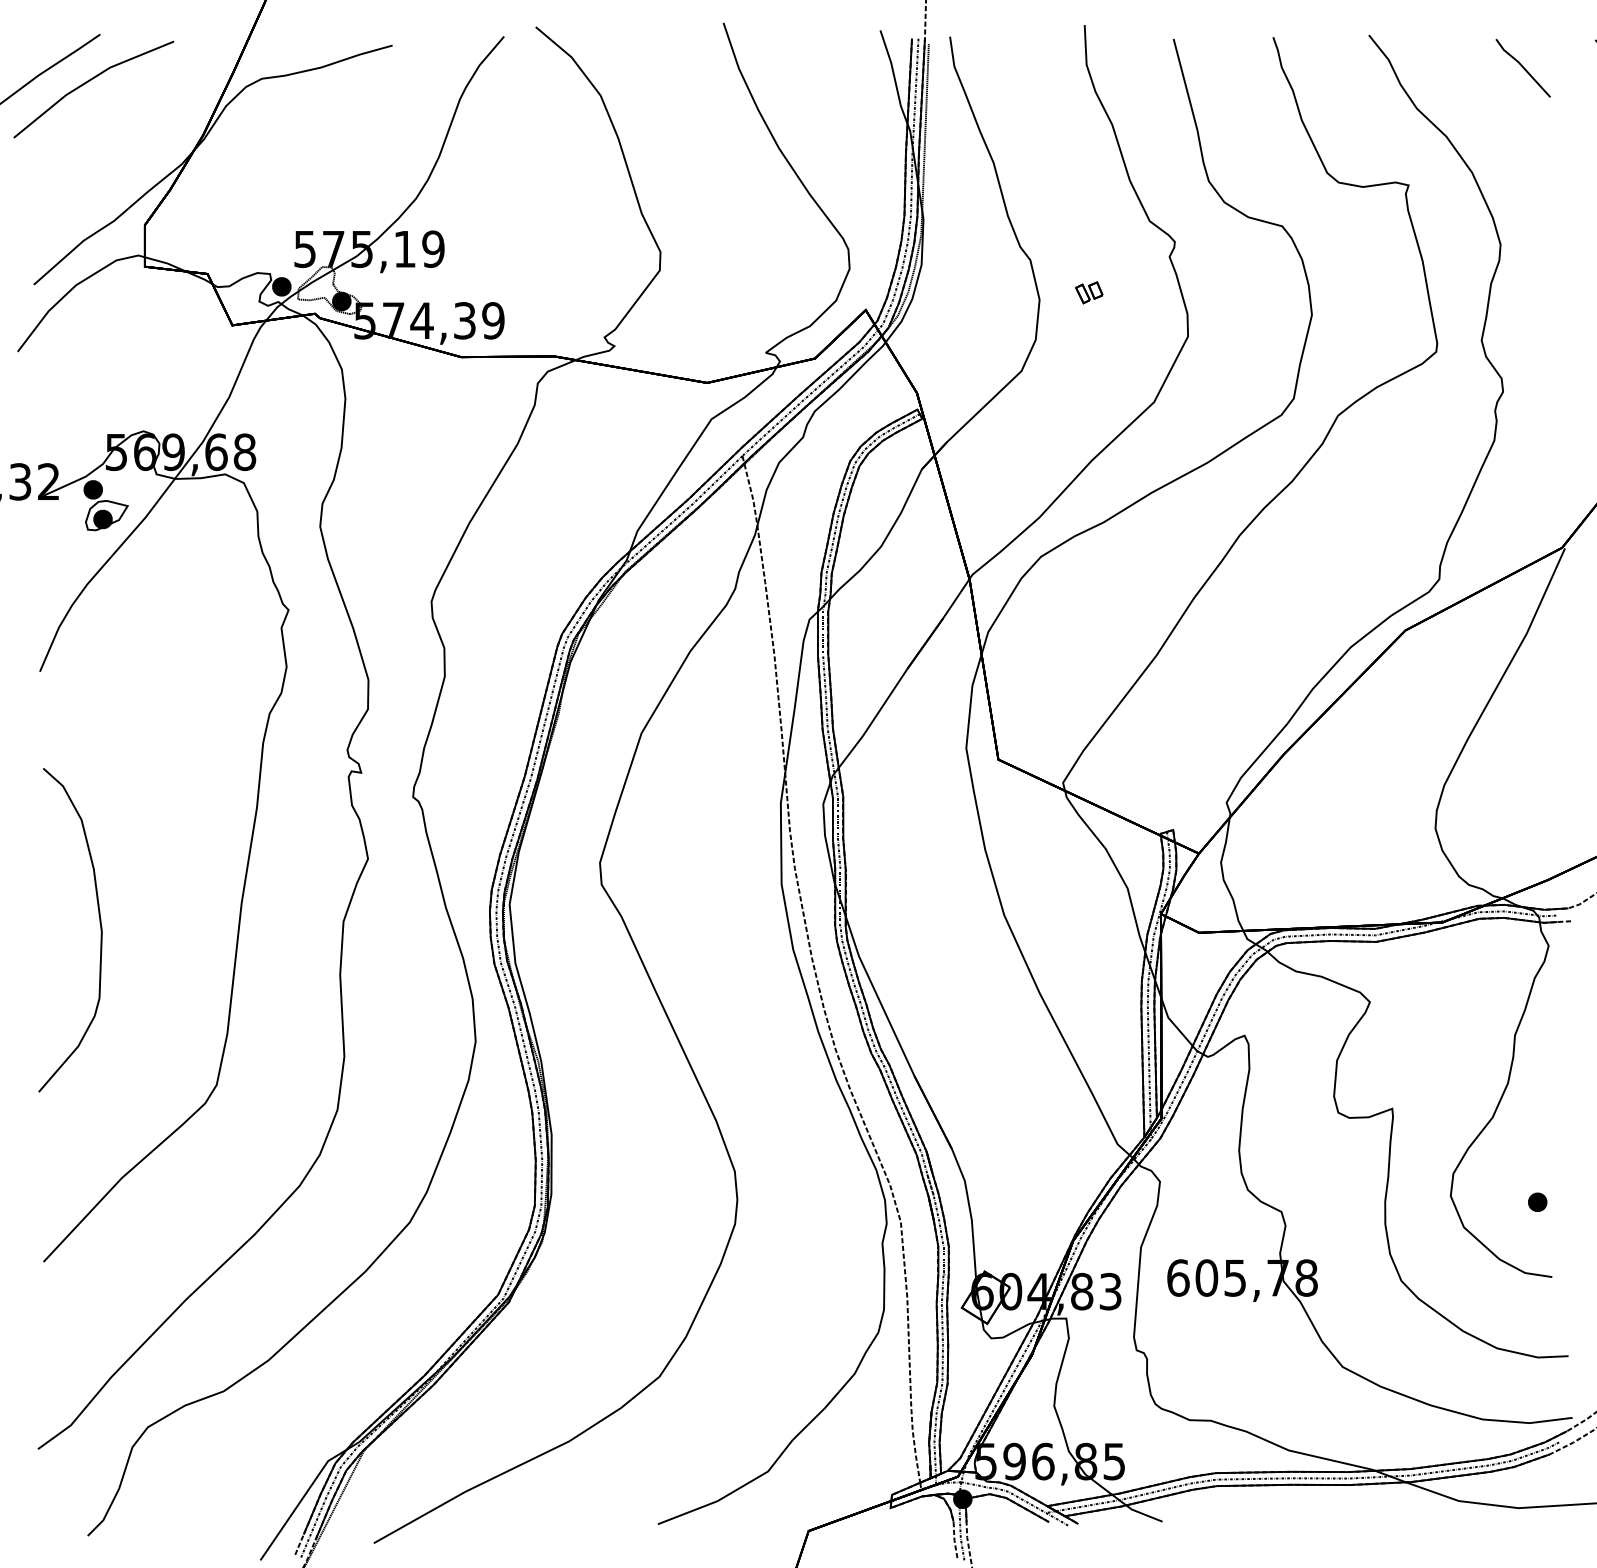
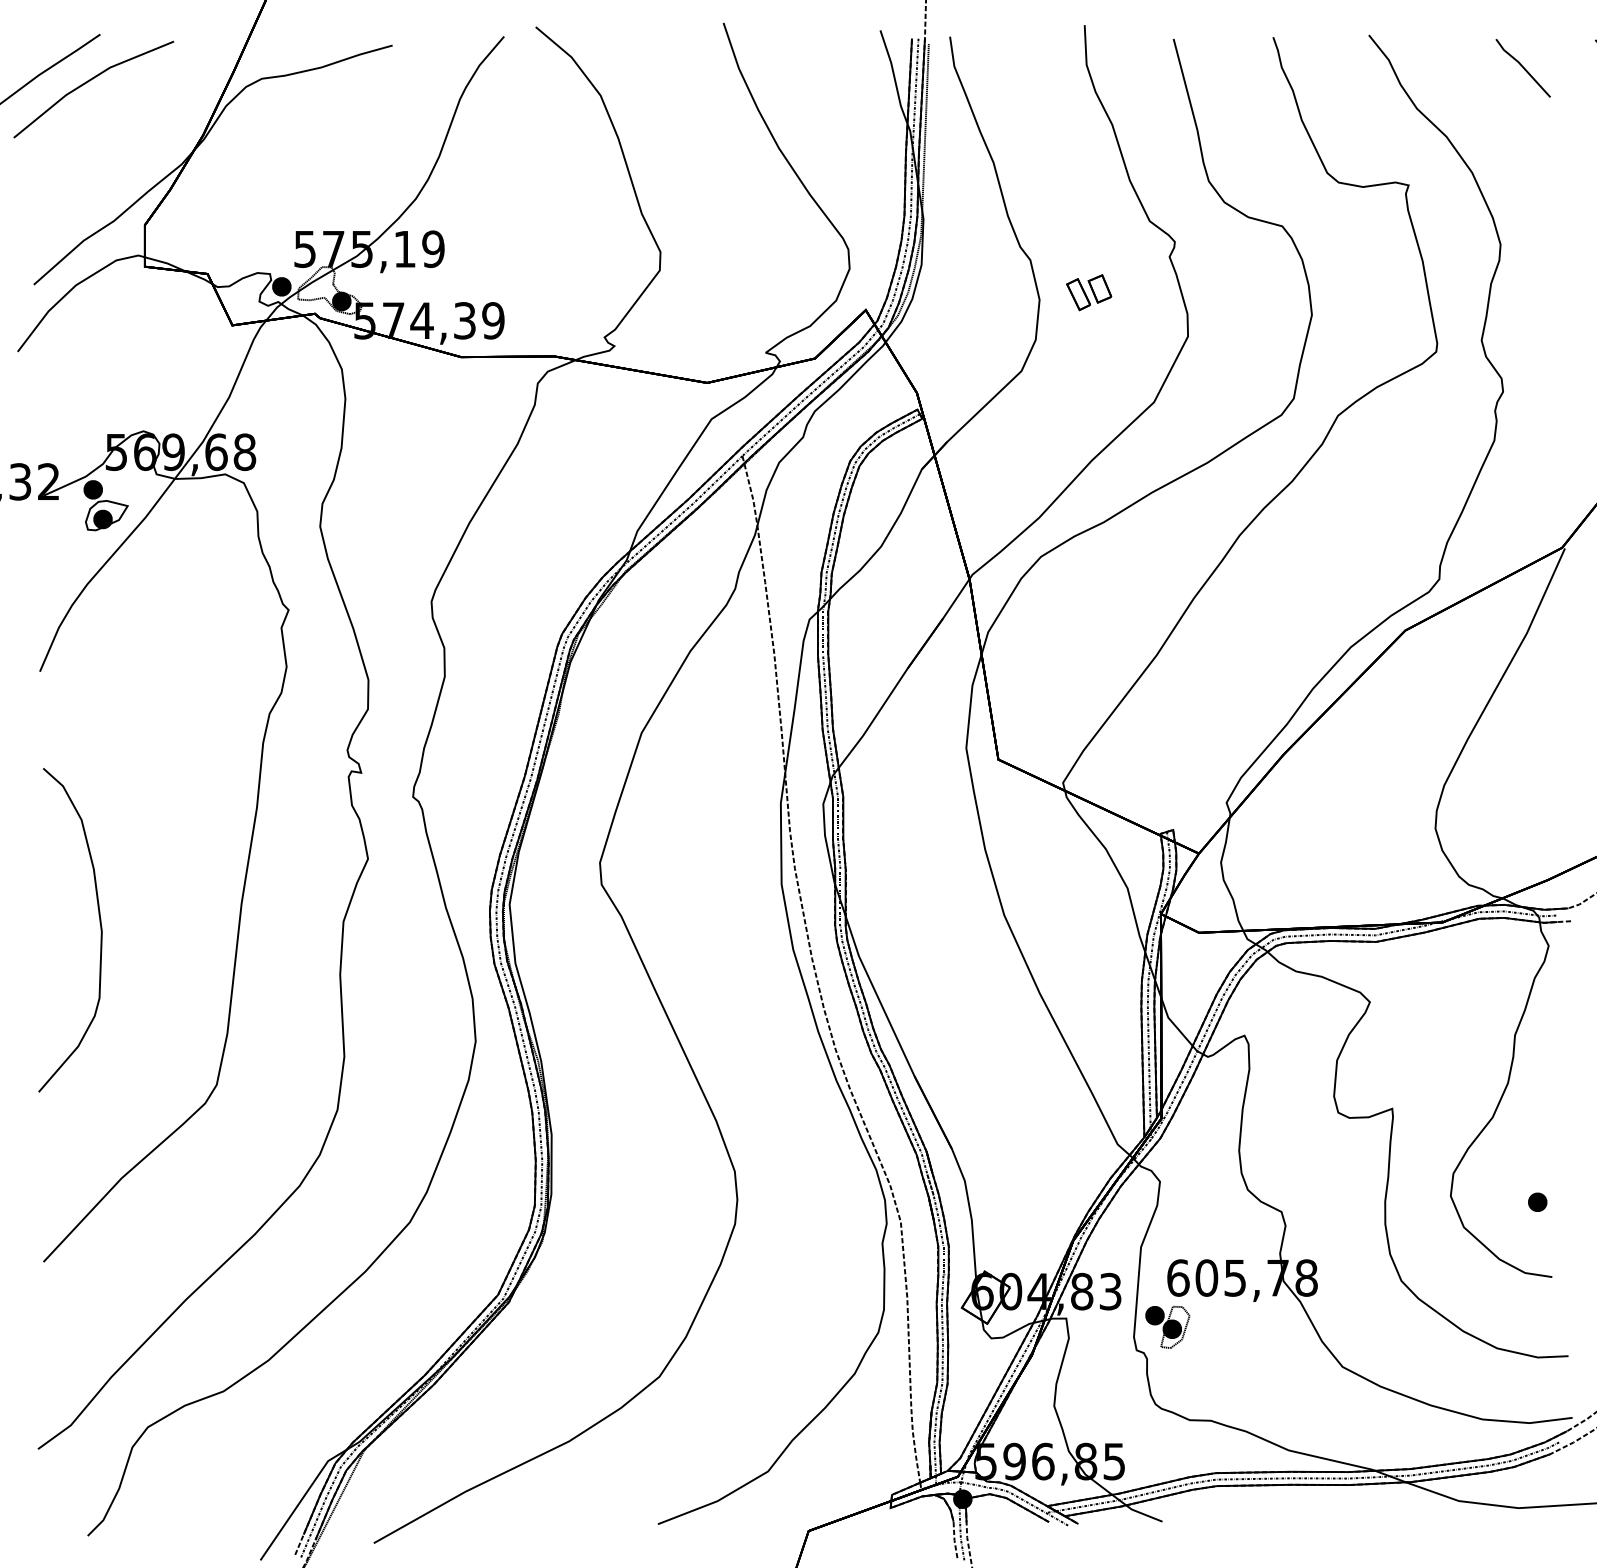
part at (1089, 292) size: 29x24 px -> 47x38 px
part at (1167, 1326): none -> present
